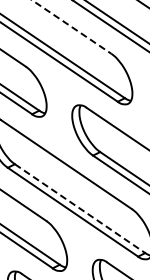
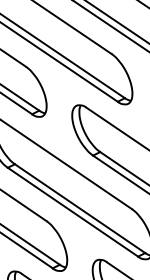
line at (71, 27): dashed -> solid
line at (80, 208): dashed -> solid
